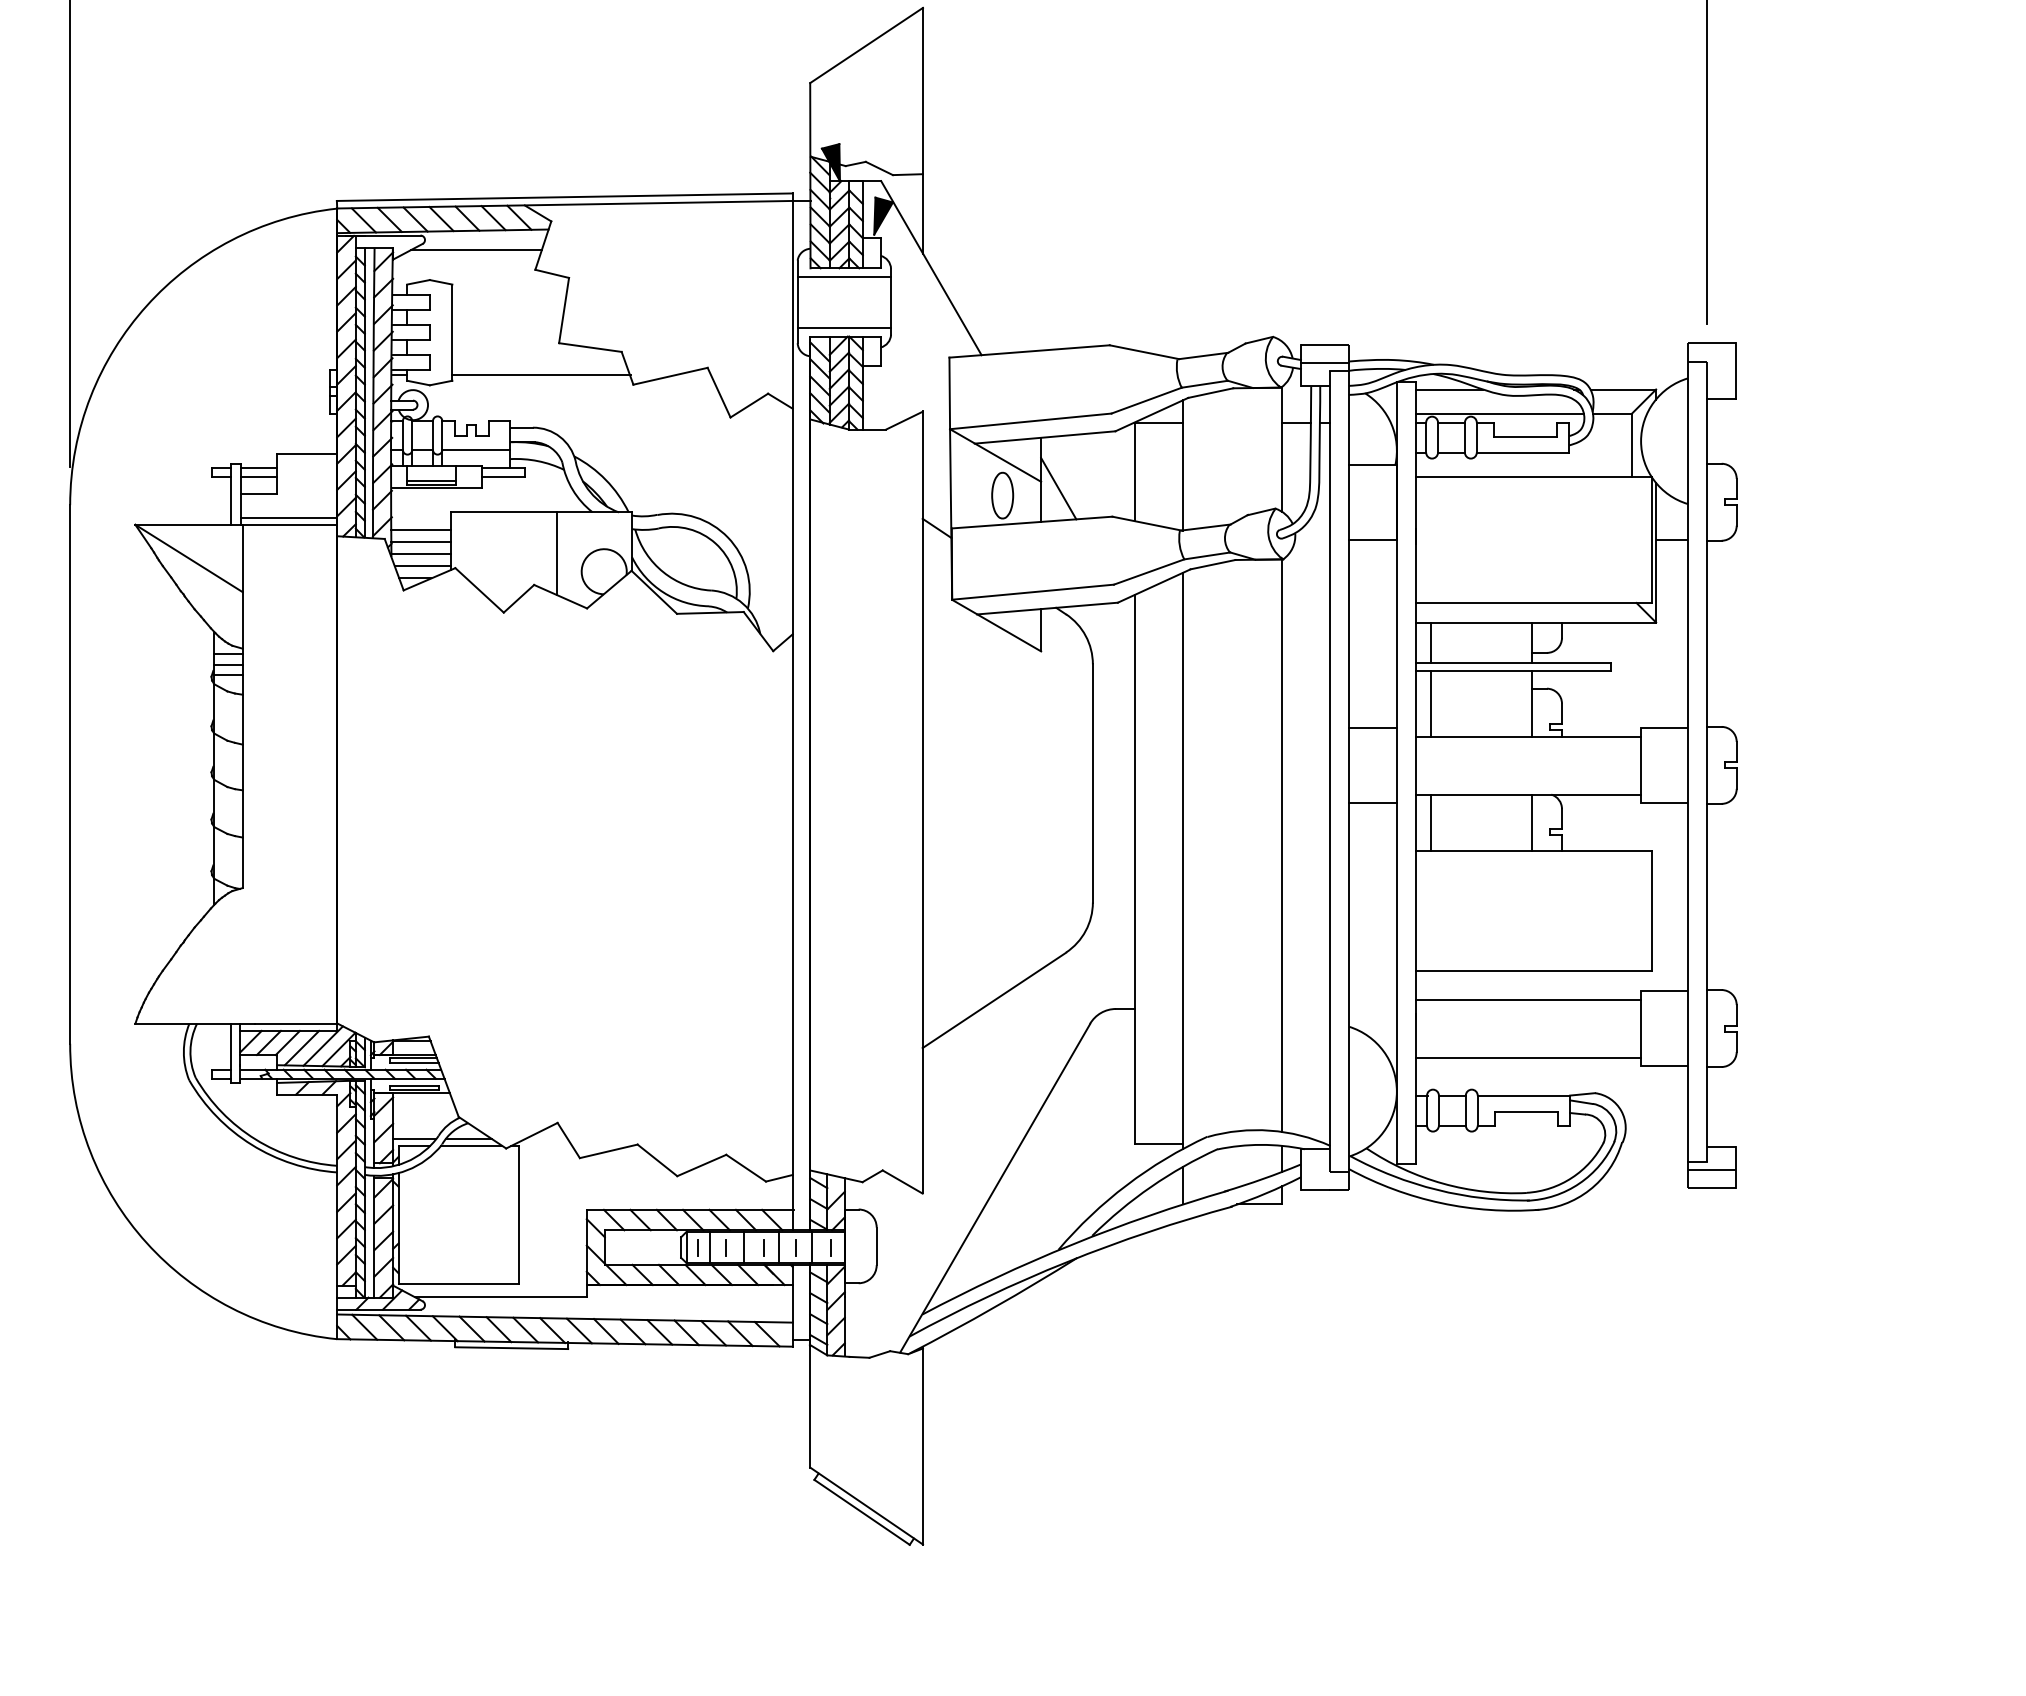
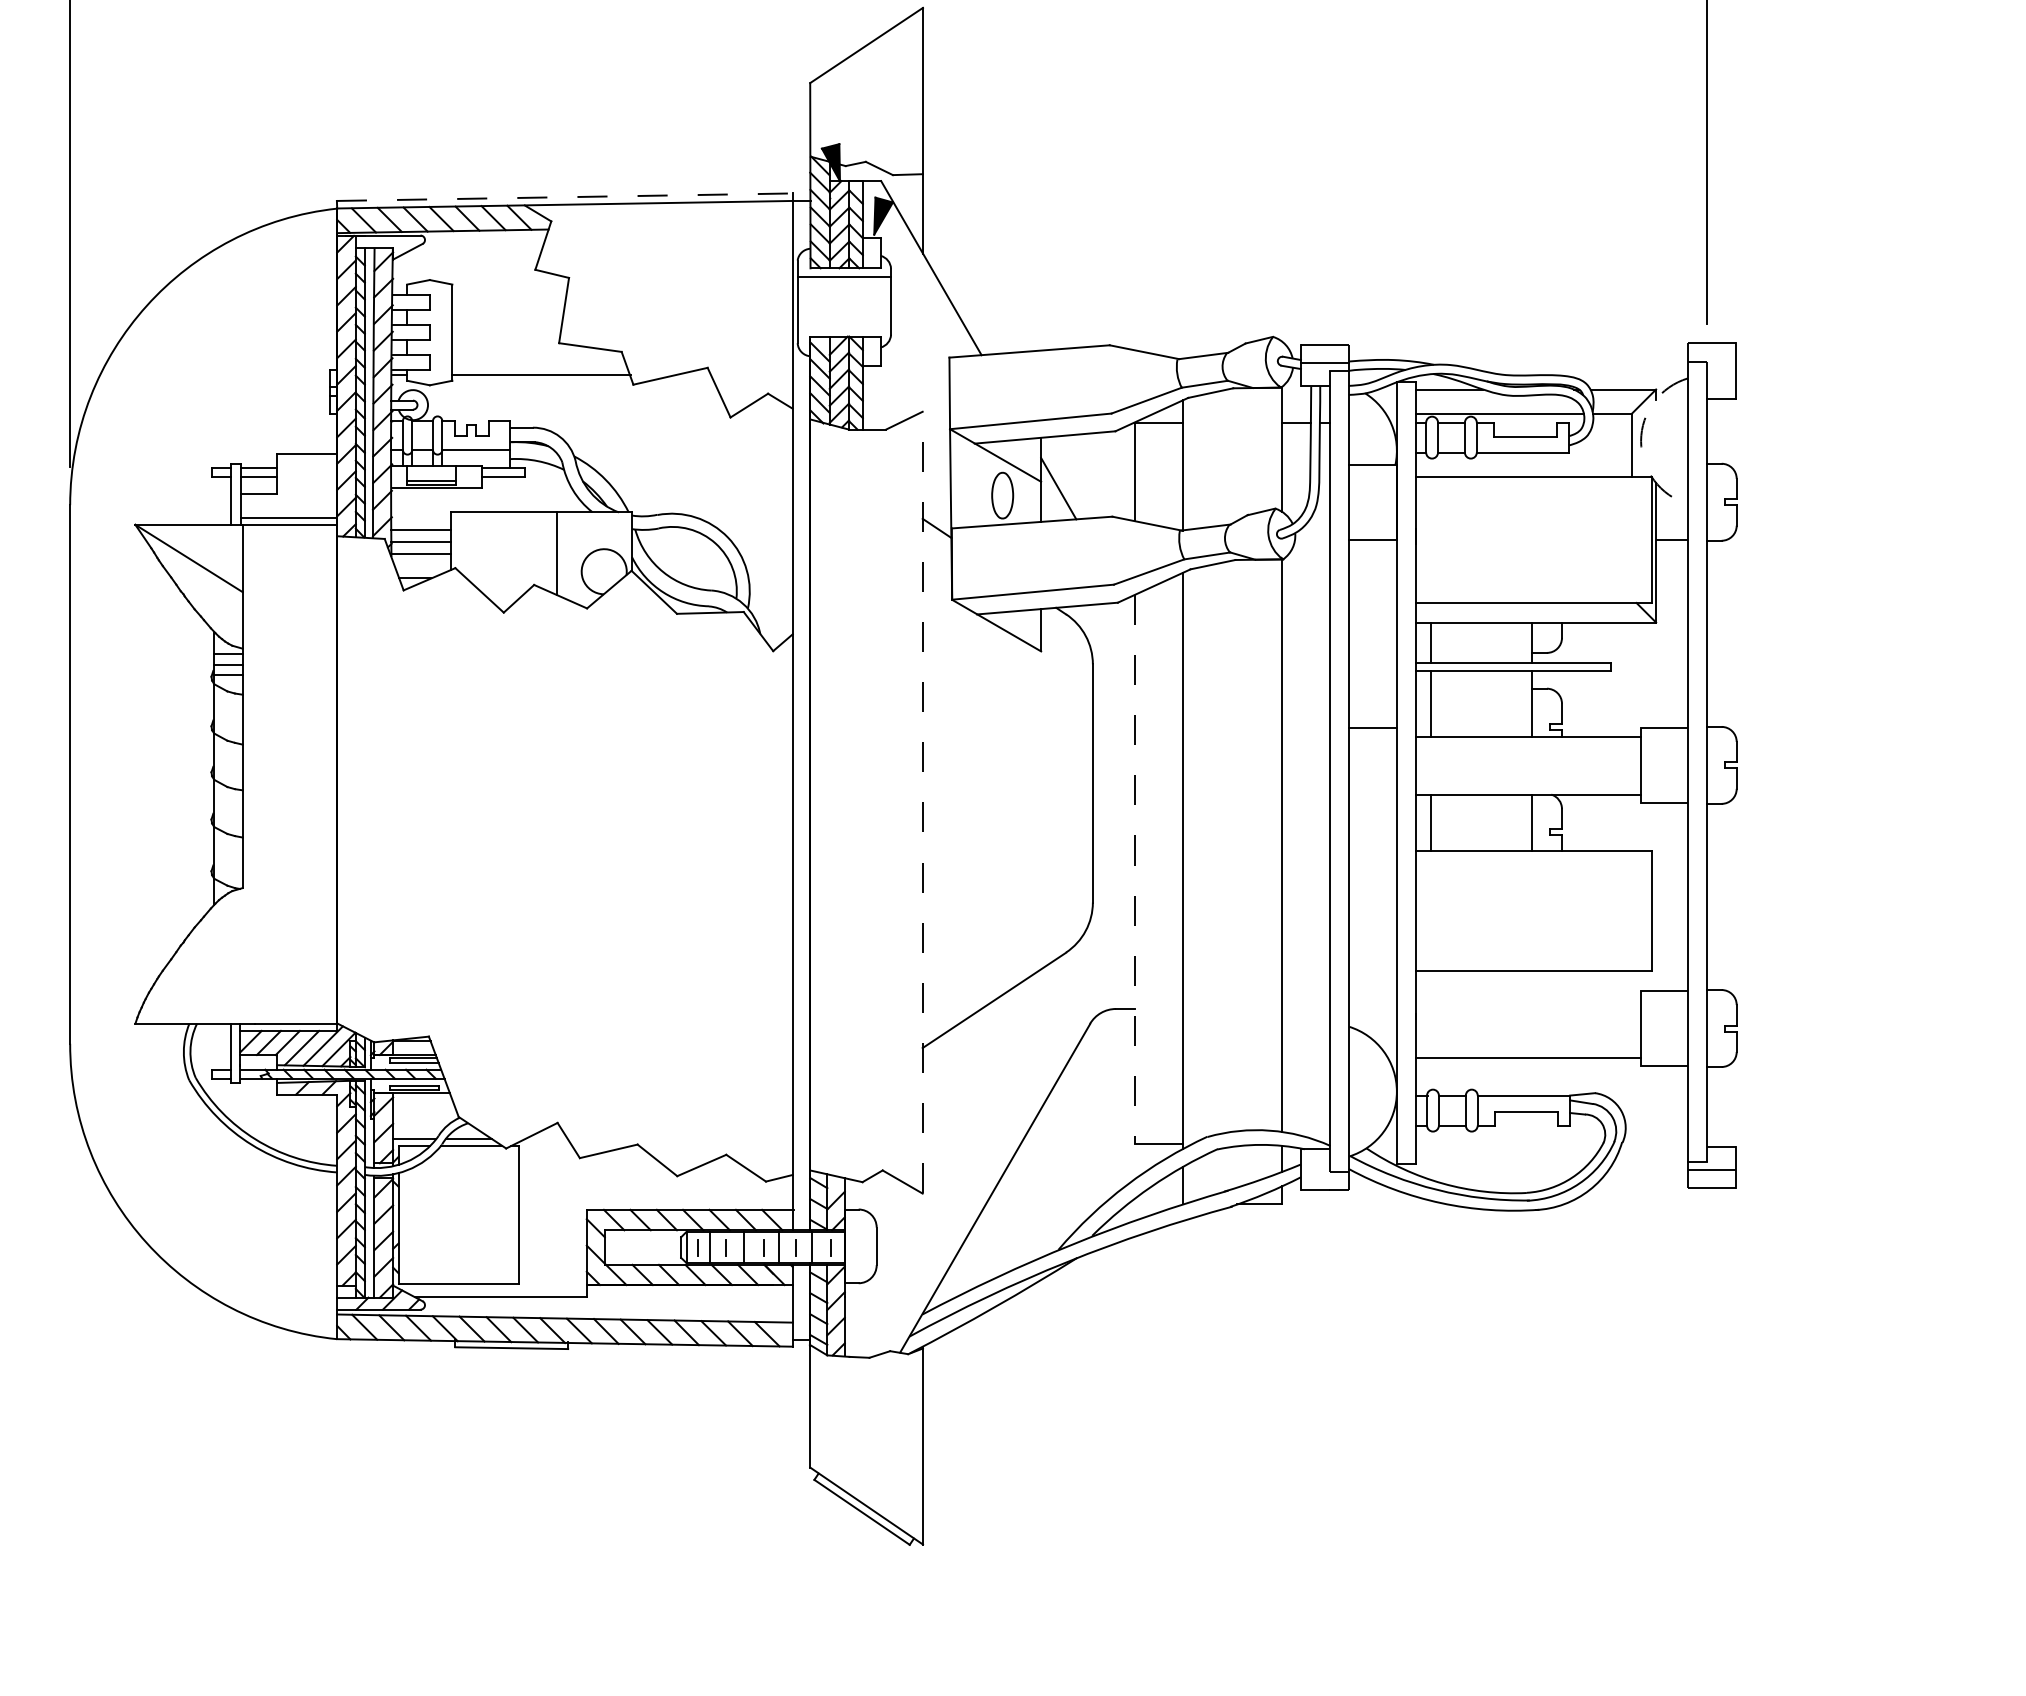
line at (564, 197): solid -> dashed
line at (475, 250): present -> none
line at (844, 327): present -> none
arc at (1641, 441): solid -> dashed
line at (422, 566): present -> none
line at (922, 801): solid -> dashed
line at (1372, 803): present -> none
line at (1134, 869): solid -> dashed
line at (1528, 999): present -> none
